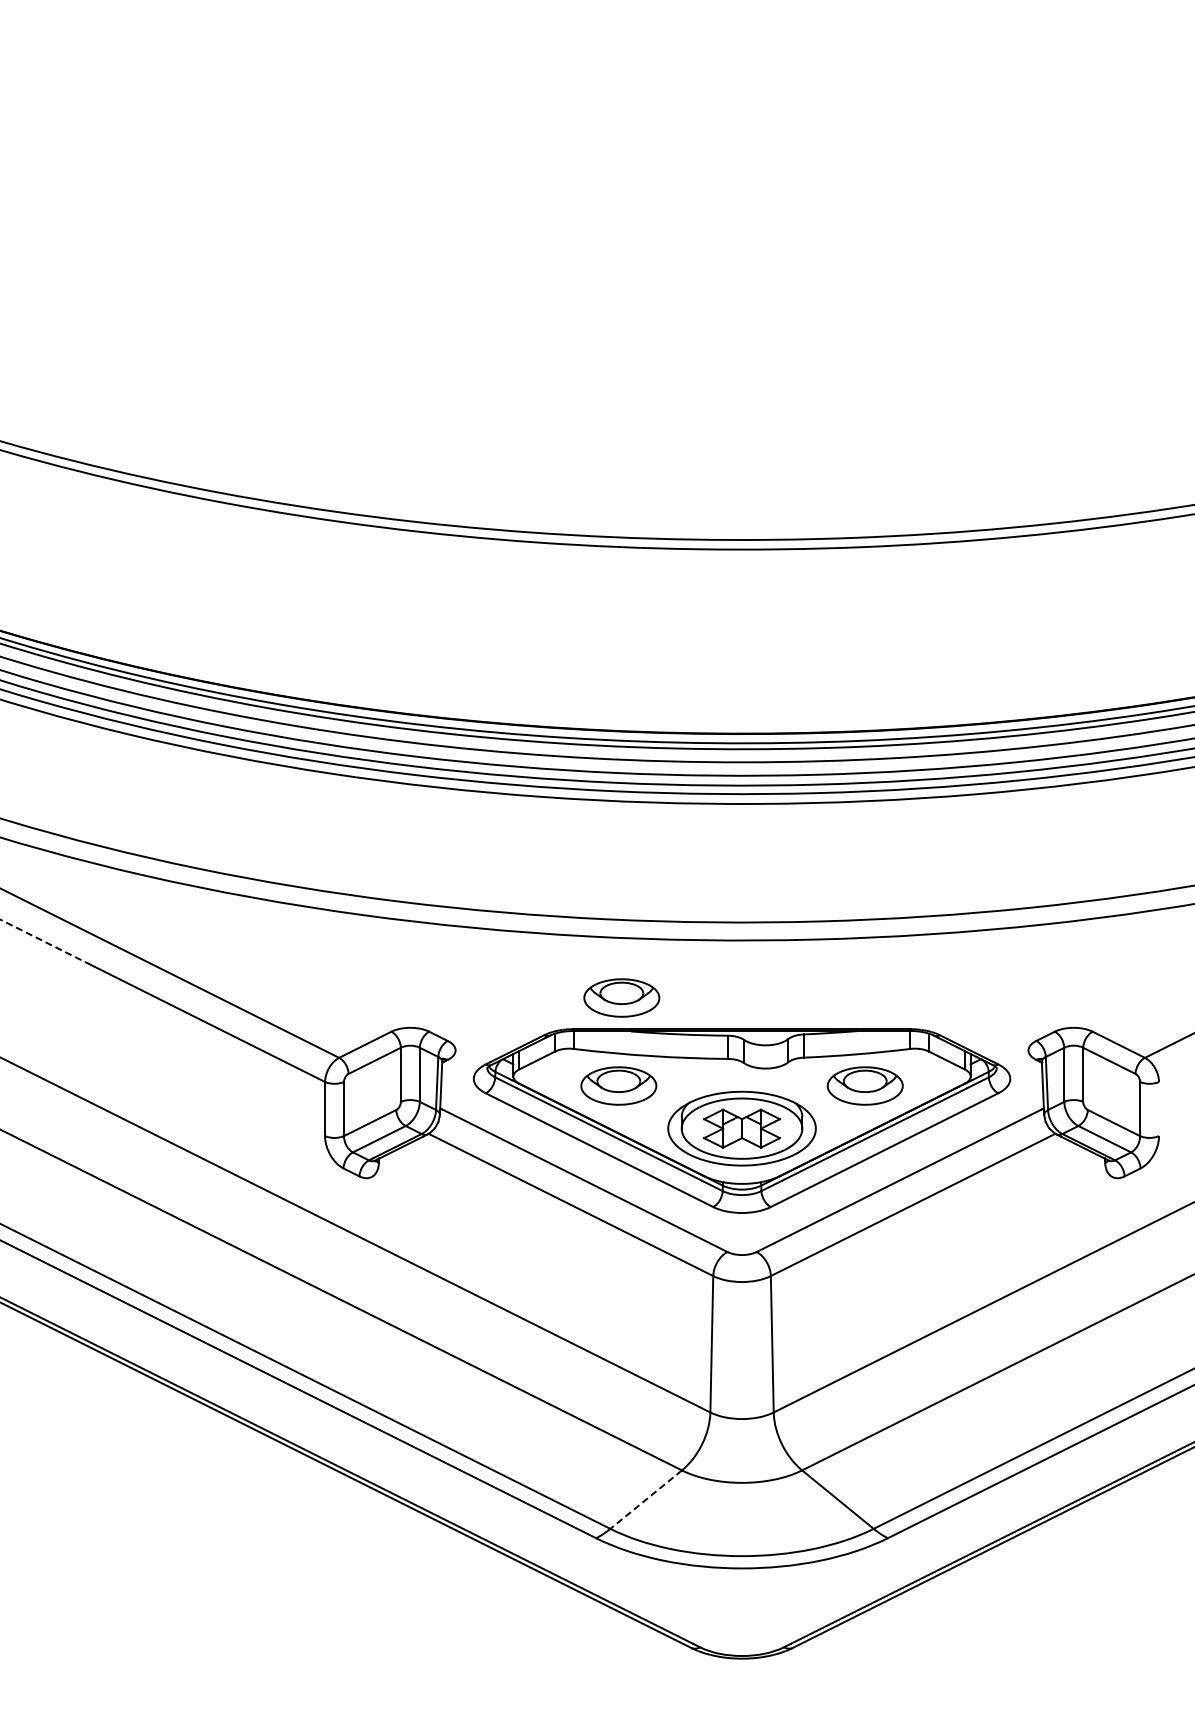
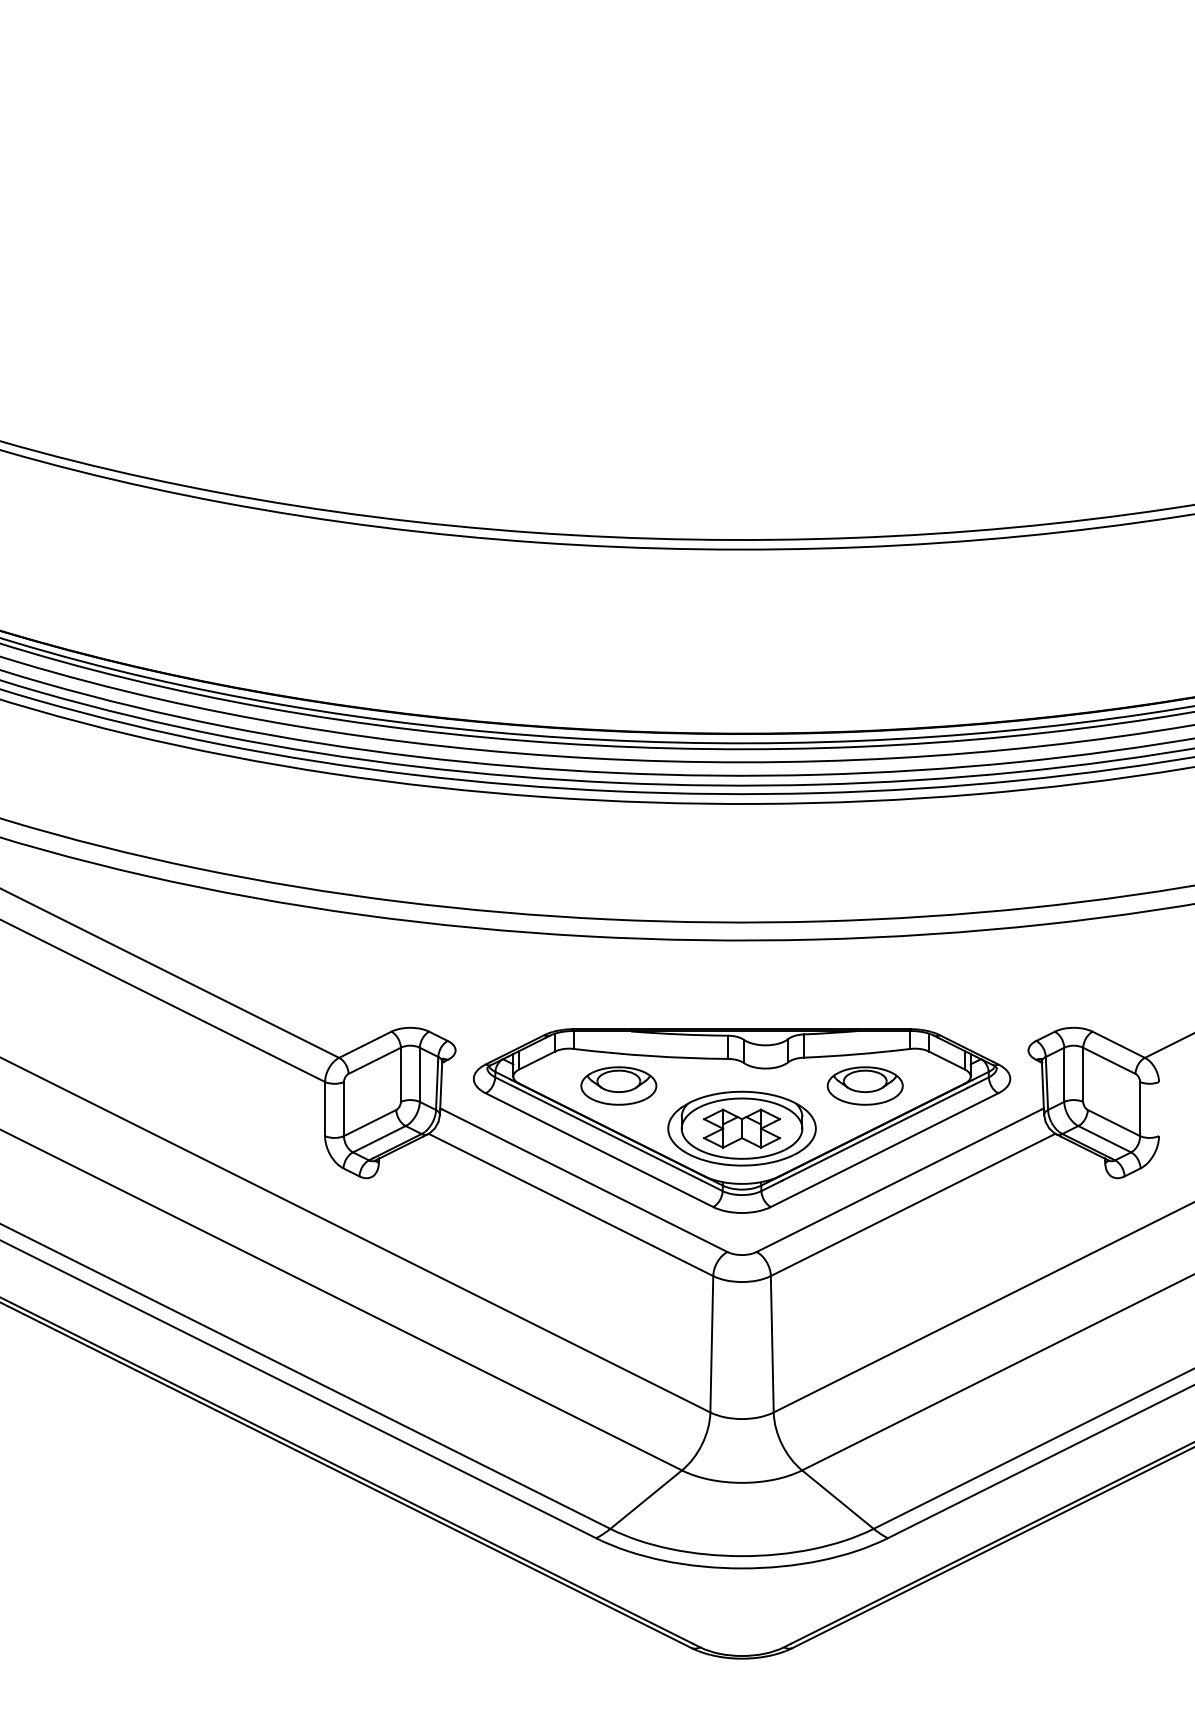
line at (45, 942): dashed -> solid
part at (621, 997): present -> none
line at (645, 1499): dashed -> solid
